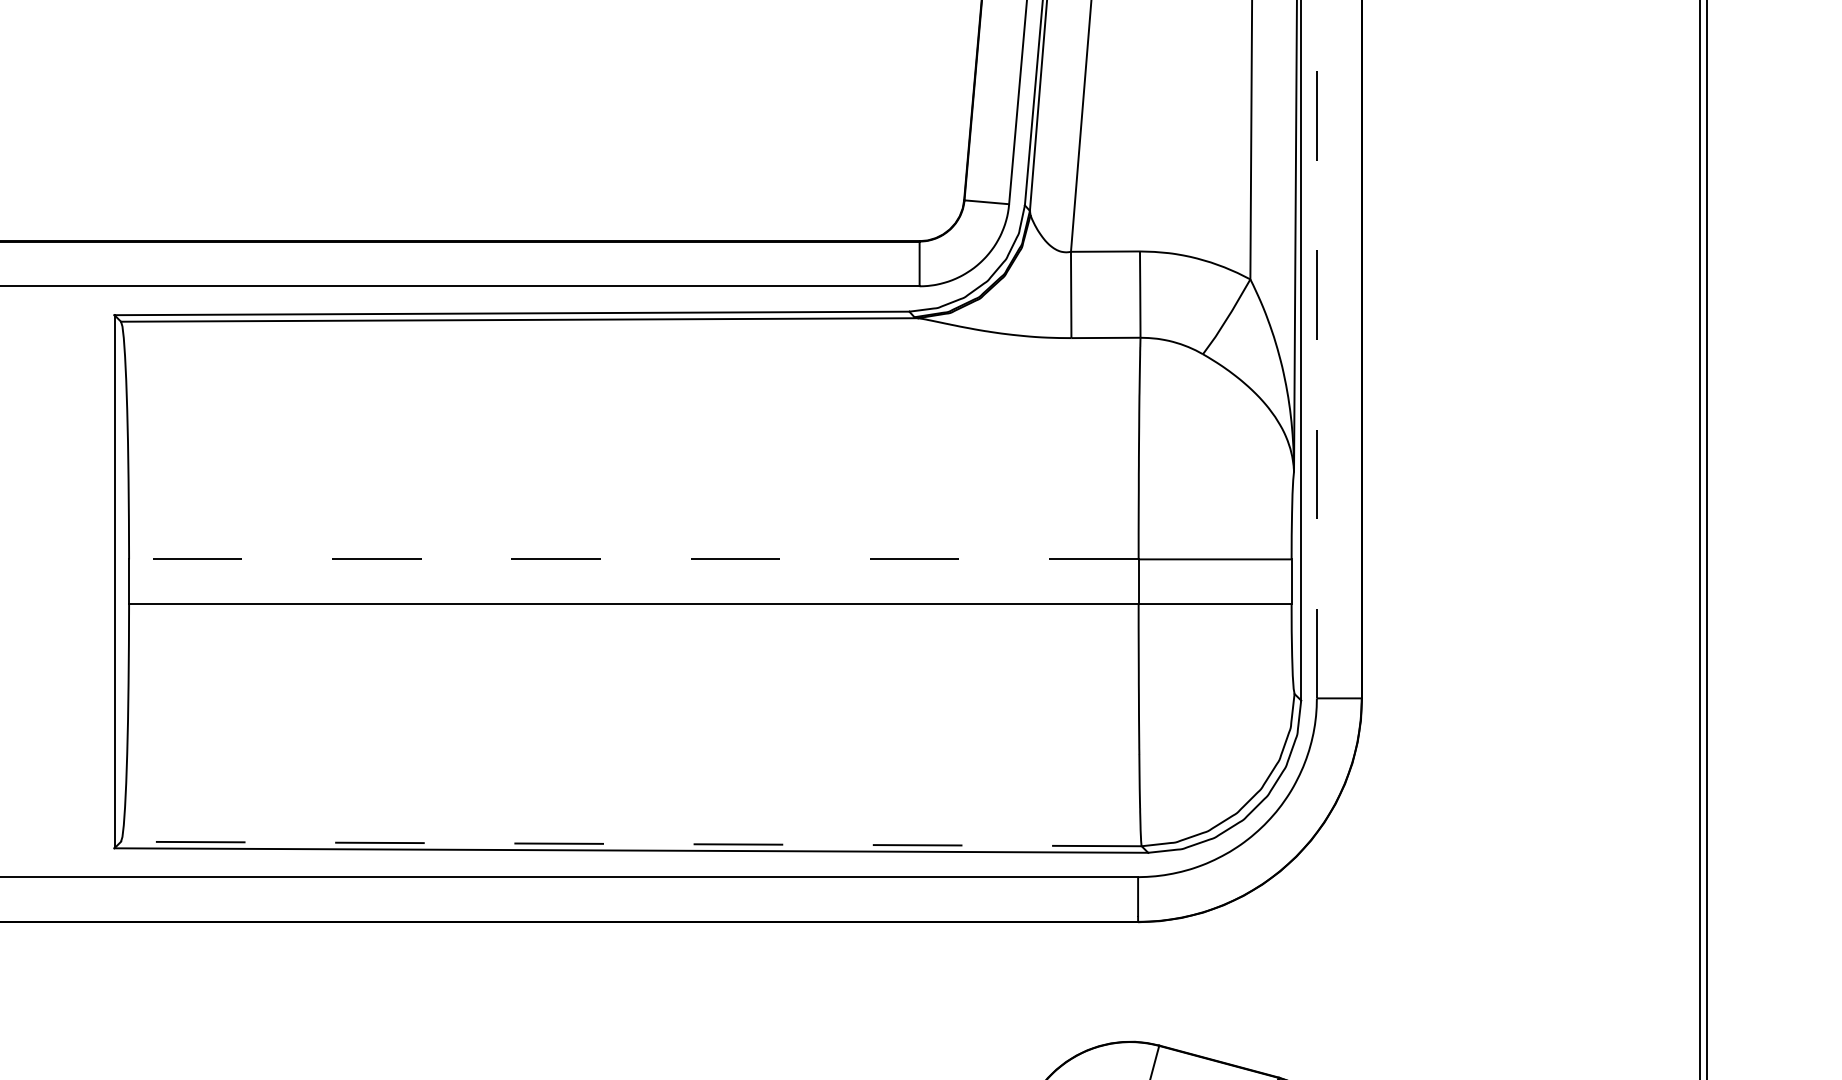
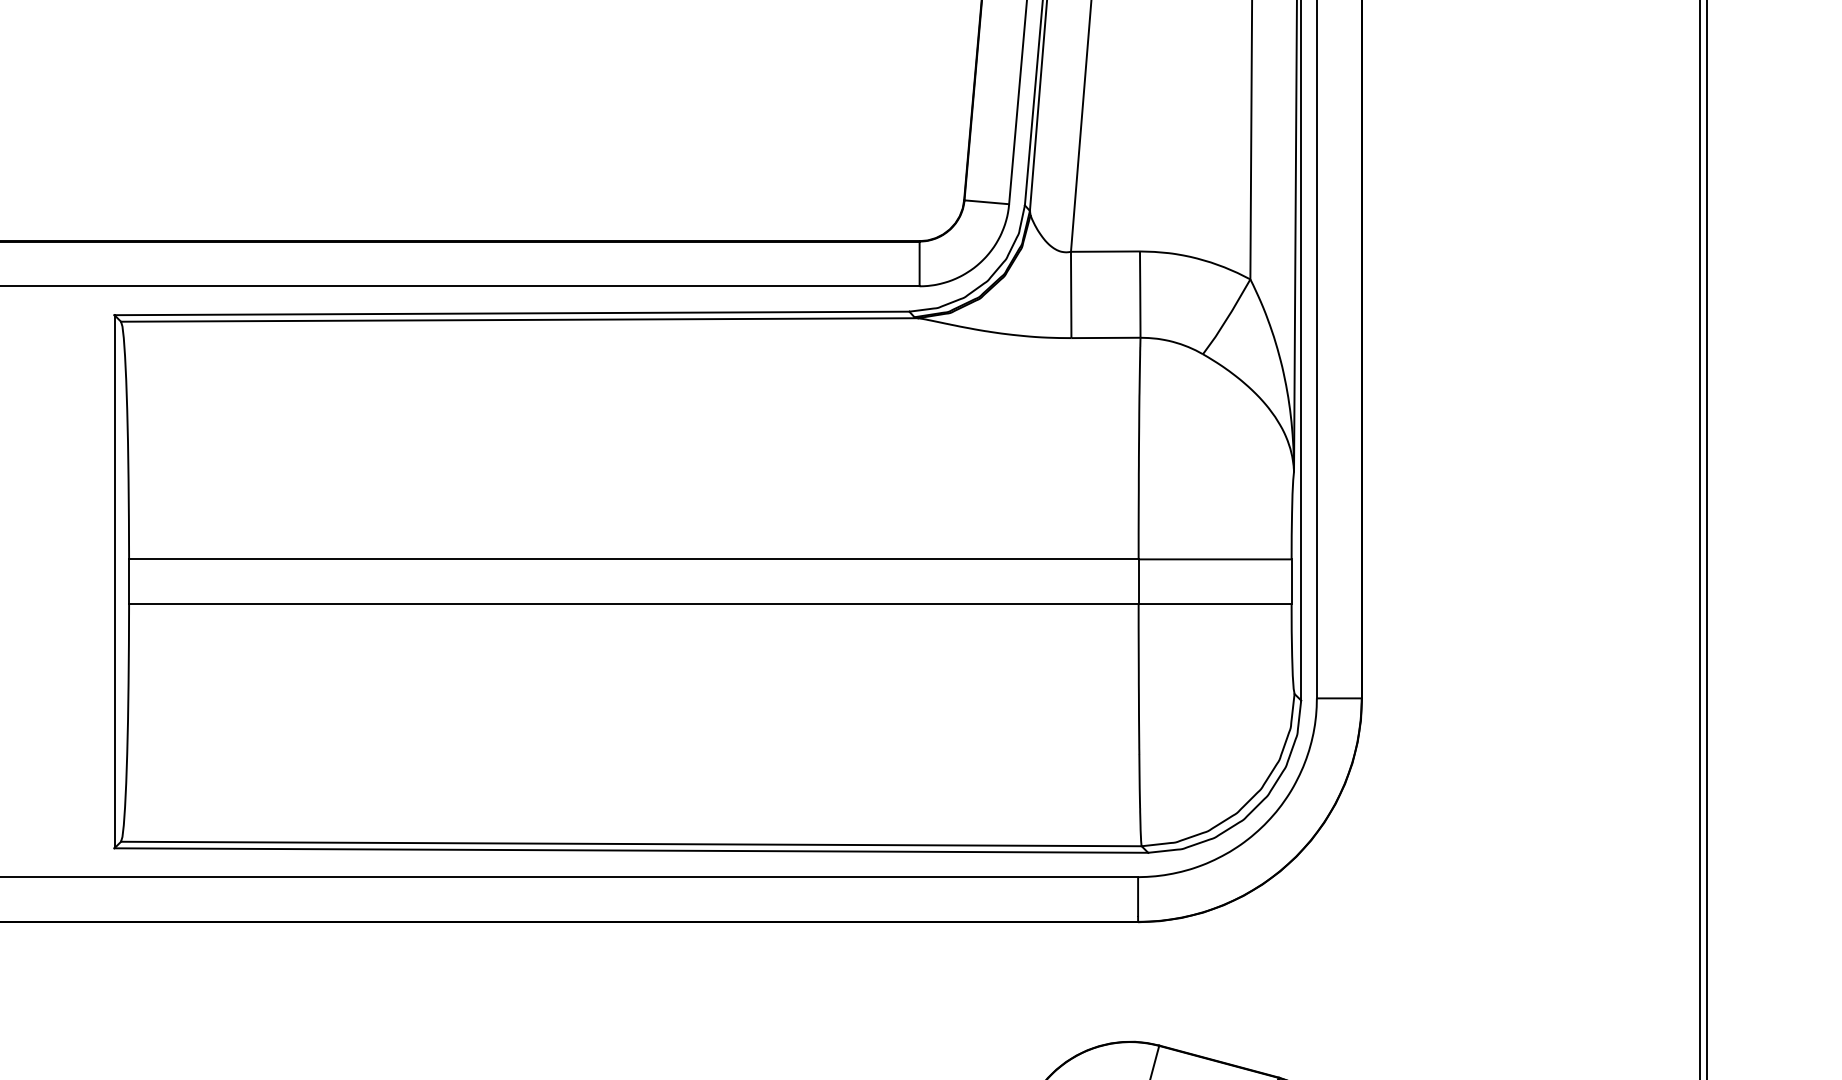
line at (1316, 349): dashed -> solid
line at (633, 559): dashed -> solid
line at (630, 844): dashed -> solid
